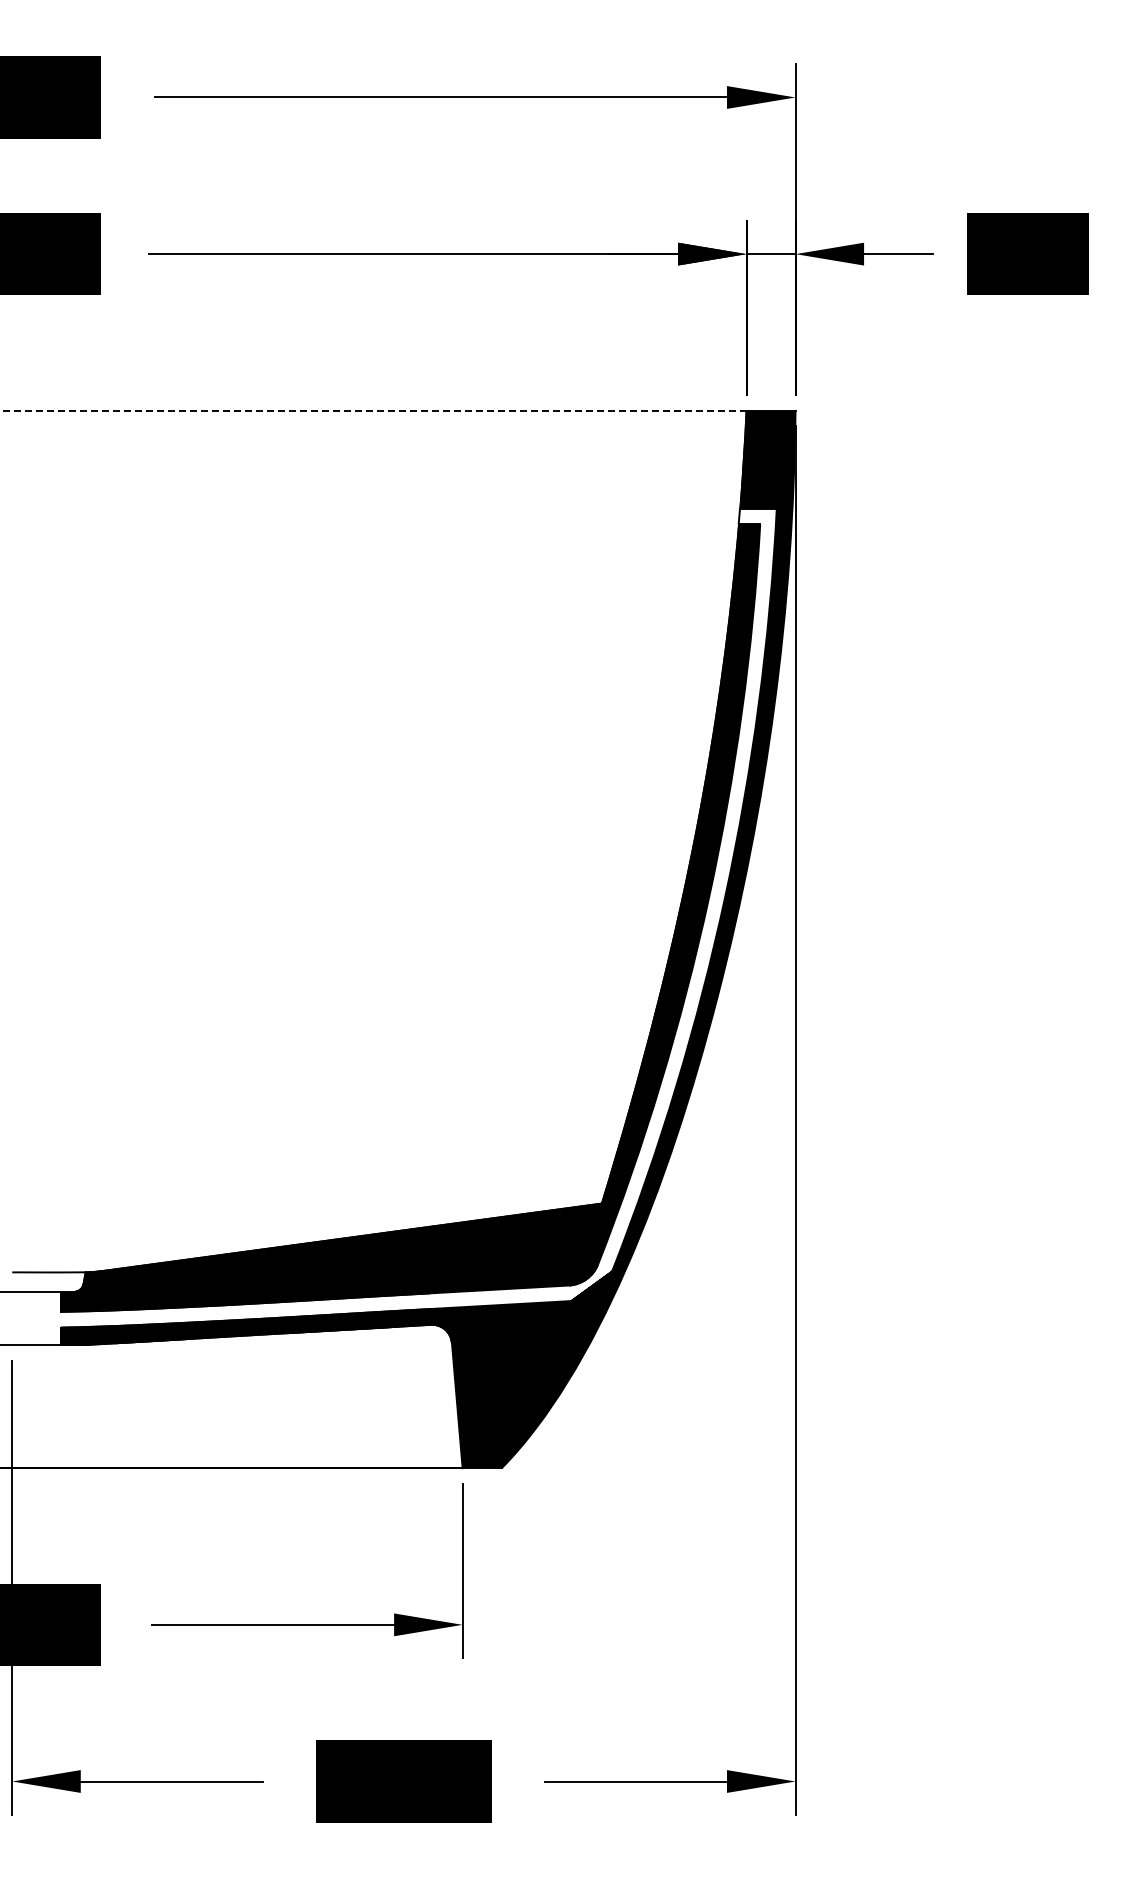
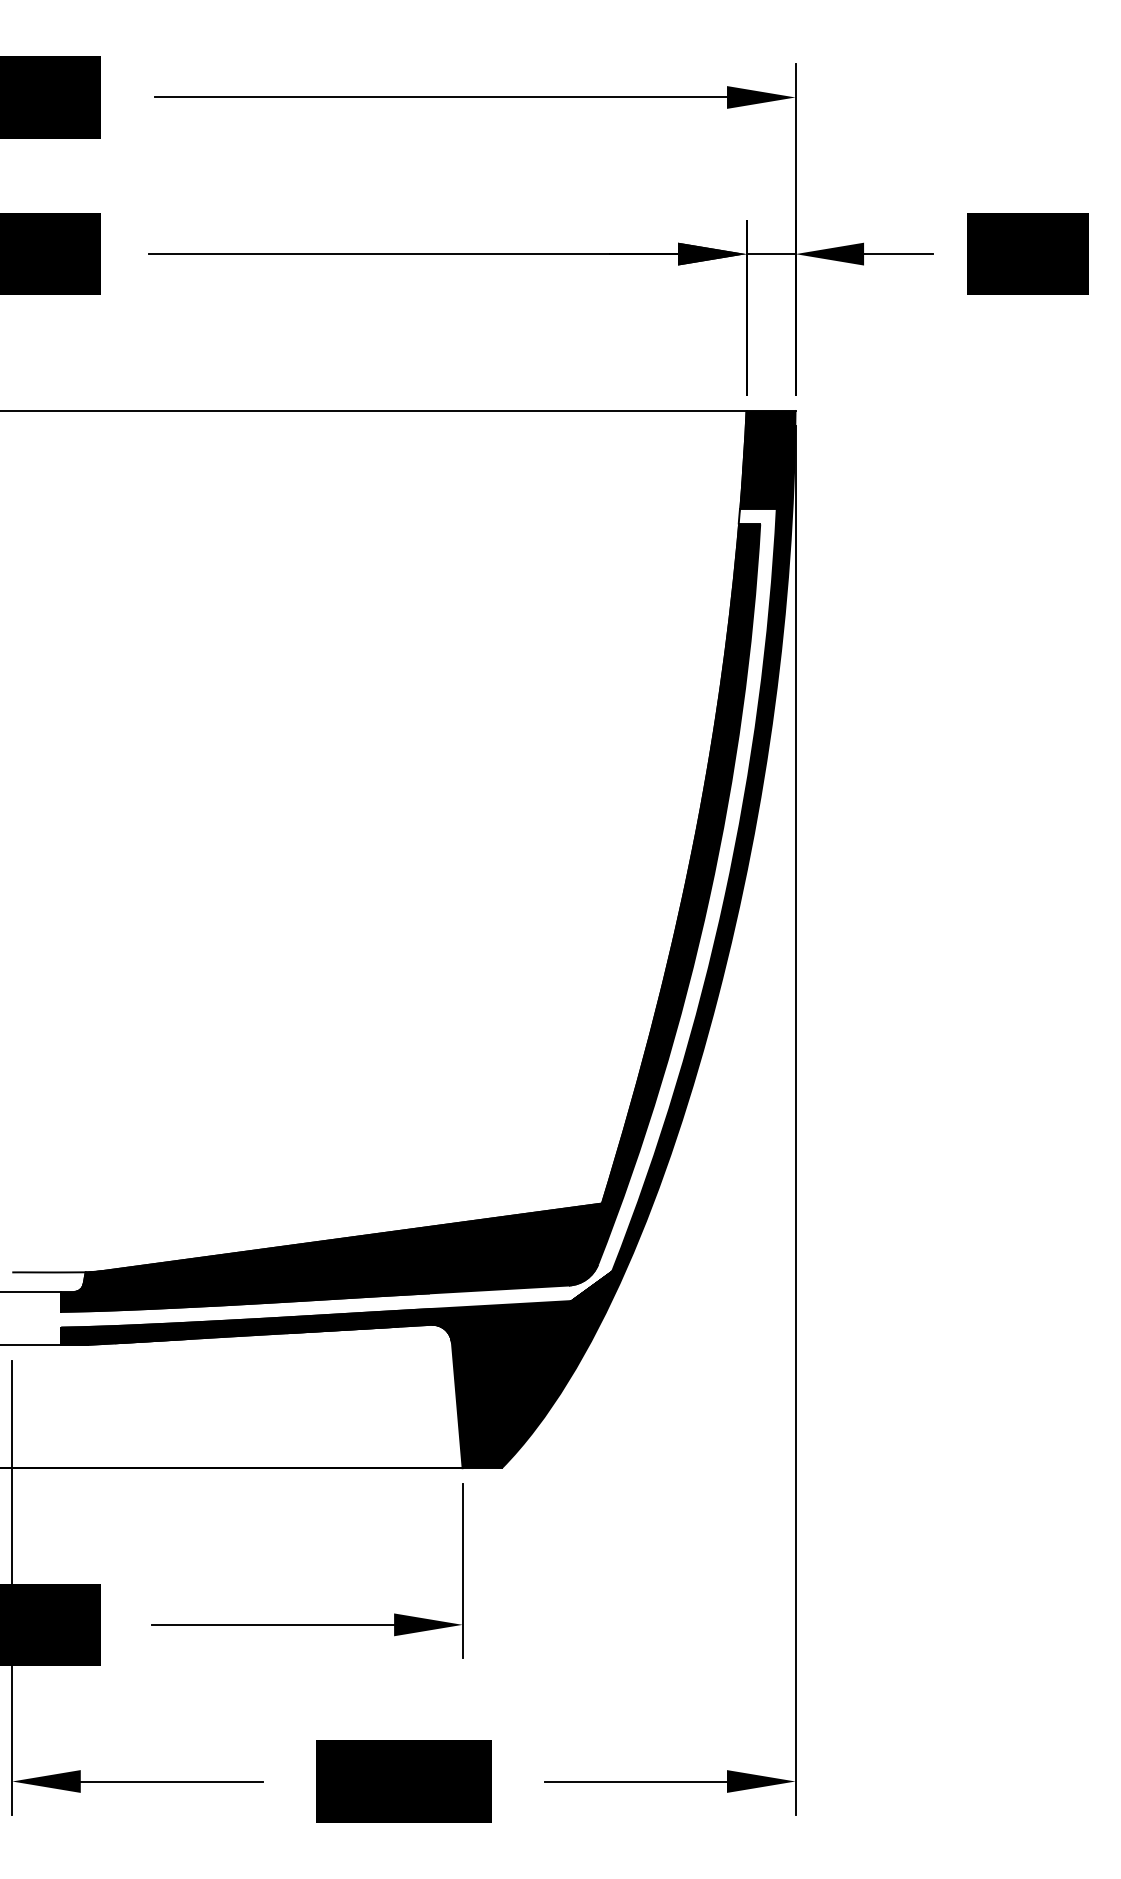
line at (373, 410): dashed -> solid
